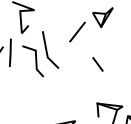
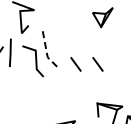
line at (77, 31): present -> none
line at (46, 52): solid -> dashed
line at (75, 64): none -> present
